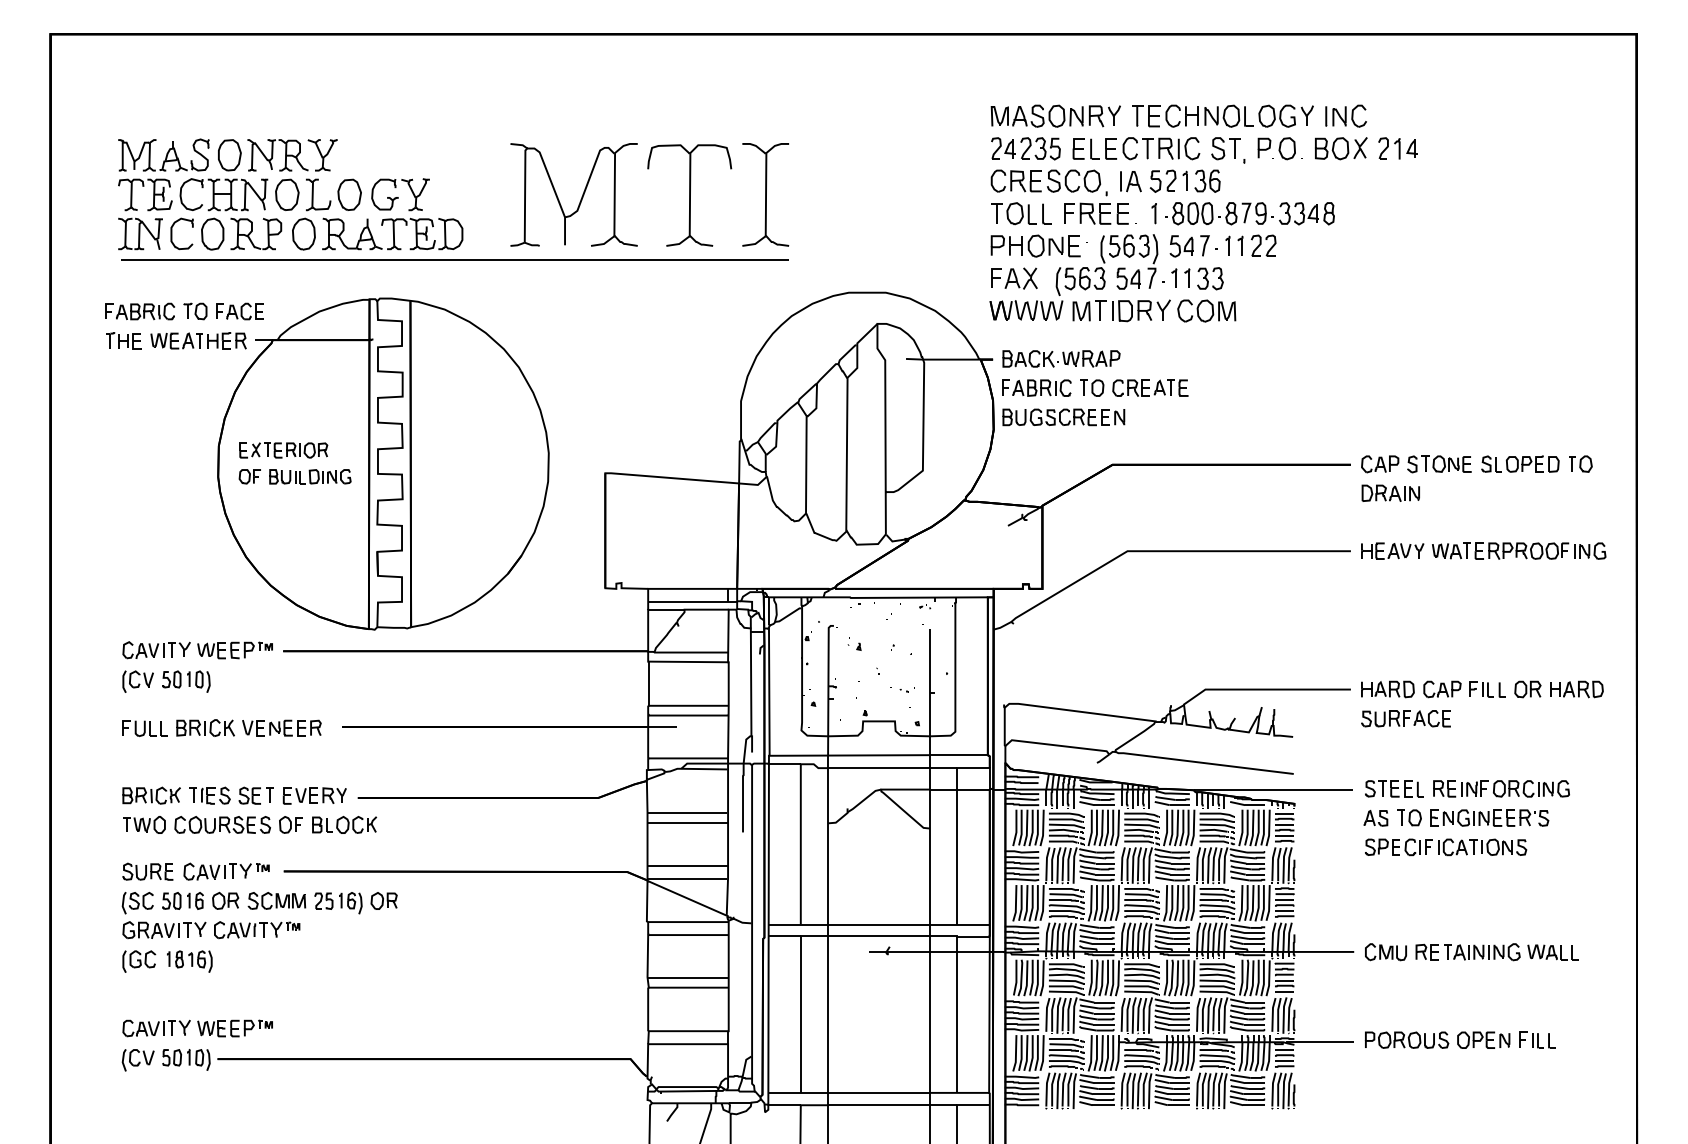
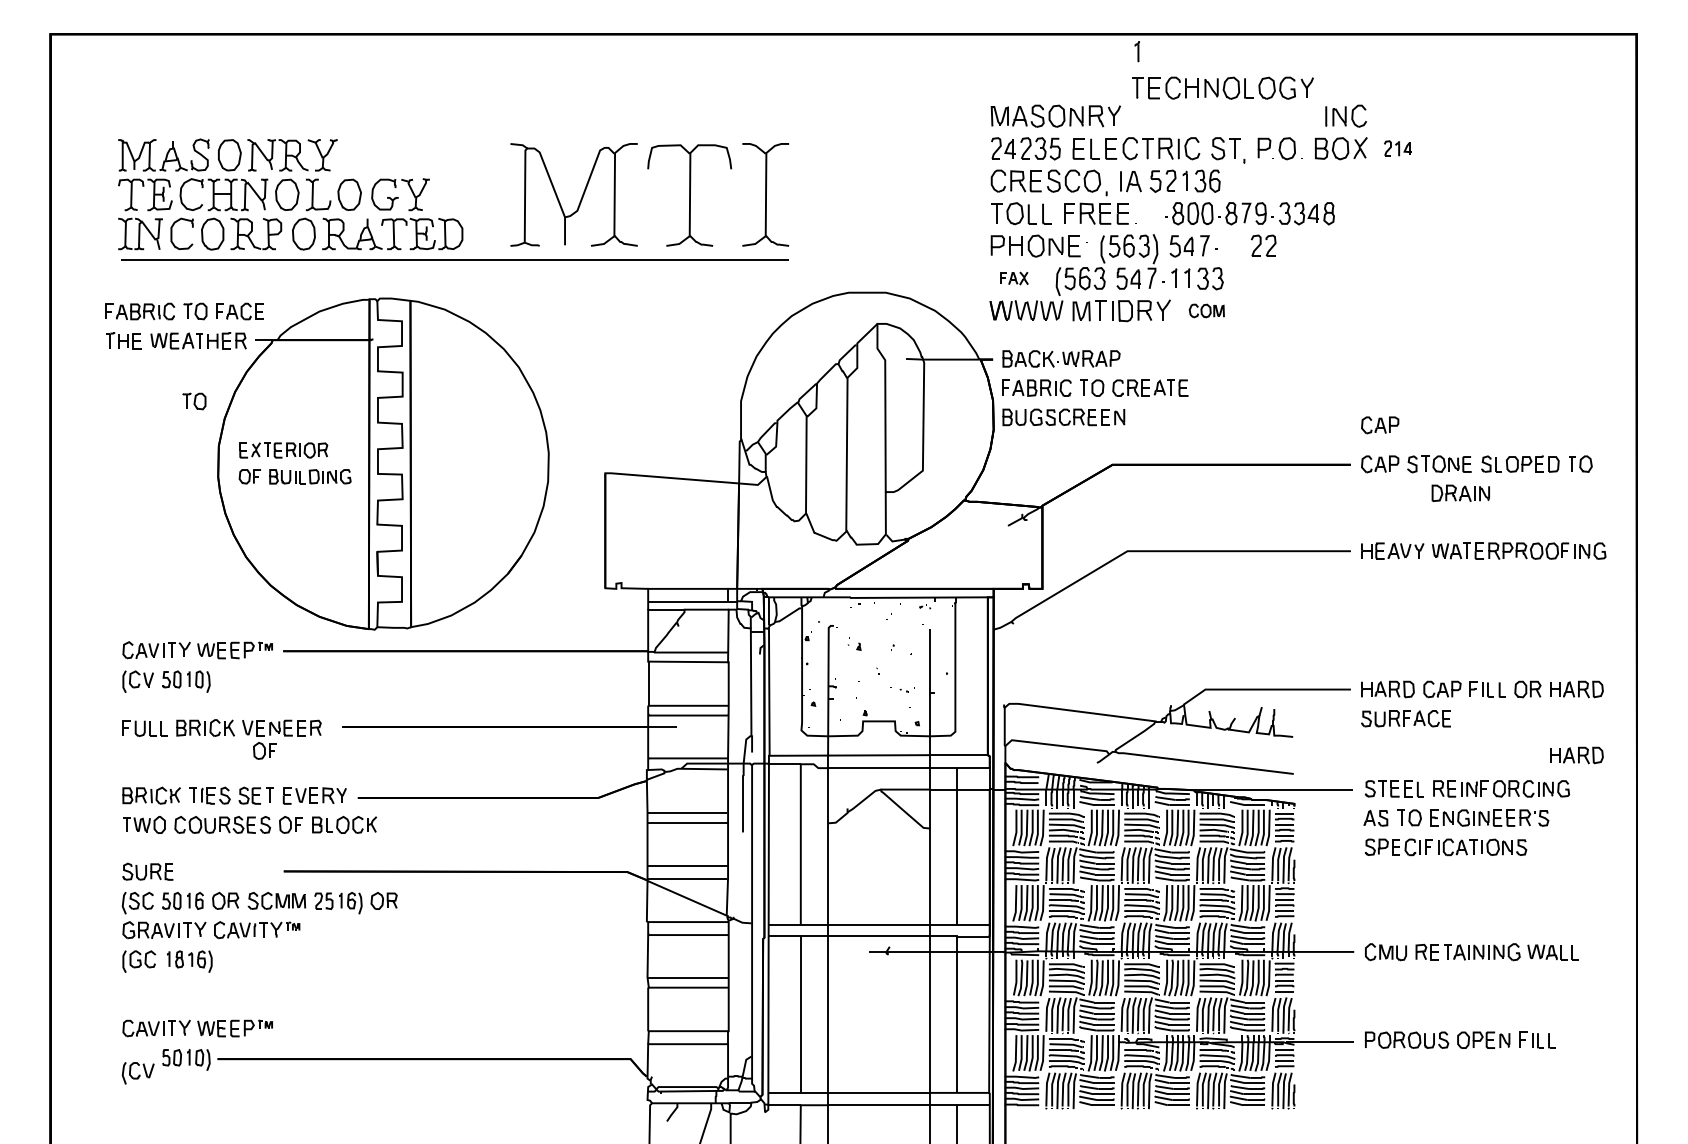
part at (1222, 115) position: (1222, 115) -> (1222, 87)
part at (1397, 148) size: 40x23 px -> 28x17 px
part at (1153, 213) position: (1153, 213) -> (1136, 51)
part at (1234, 245): present -> none
part at (1014, 278) size: 47x23 px -> 29x15 px
part at (1206, 310) size: 60x24 px -> 37x16 px
part at (194, 401): none -> present
part at (1380, 425): none -> present
part at (1390, 492) position: (1390, 492) -> (1460, 492)
part at (264, 750): none -> present
part at (1576, 755): none -> present
part at (226, 871): present -> none
part at (137, 1060) position: (137, 1060) -> (137, 1073)
